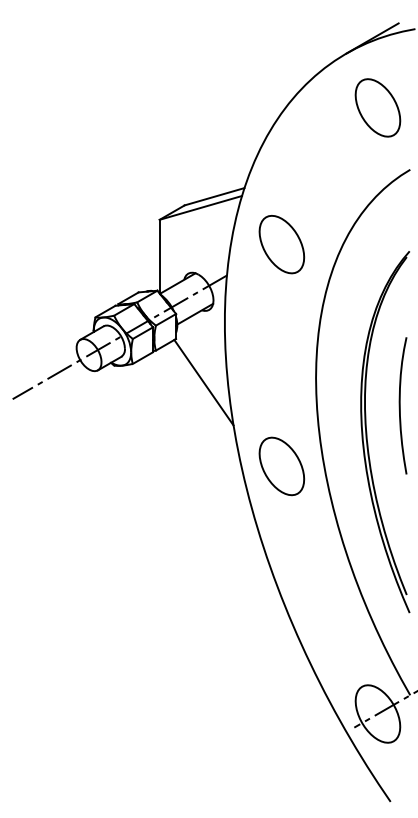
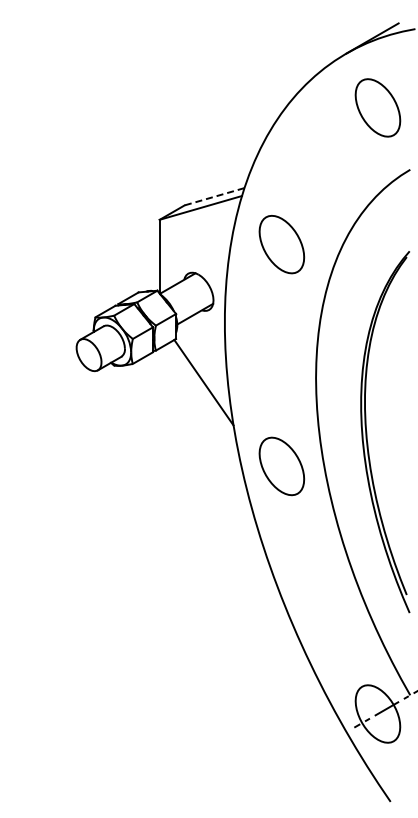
line at (214, 196): solid -> dashed
line at (119, 337): present -> none
curve at (400, 405): present -> none
